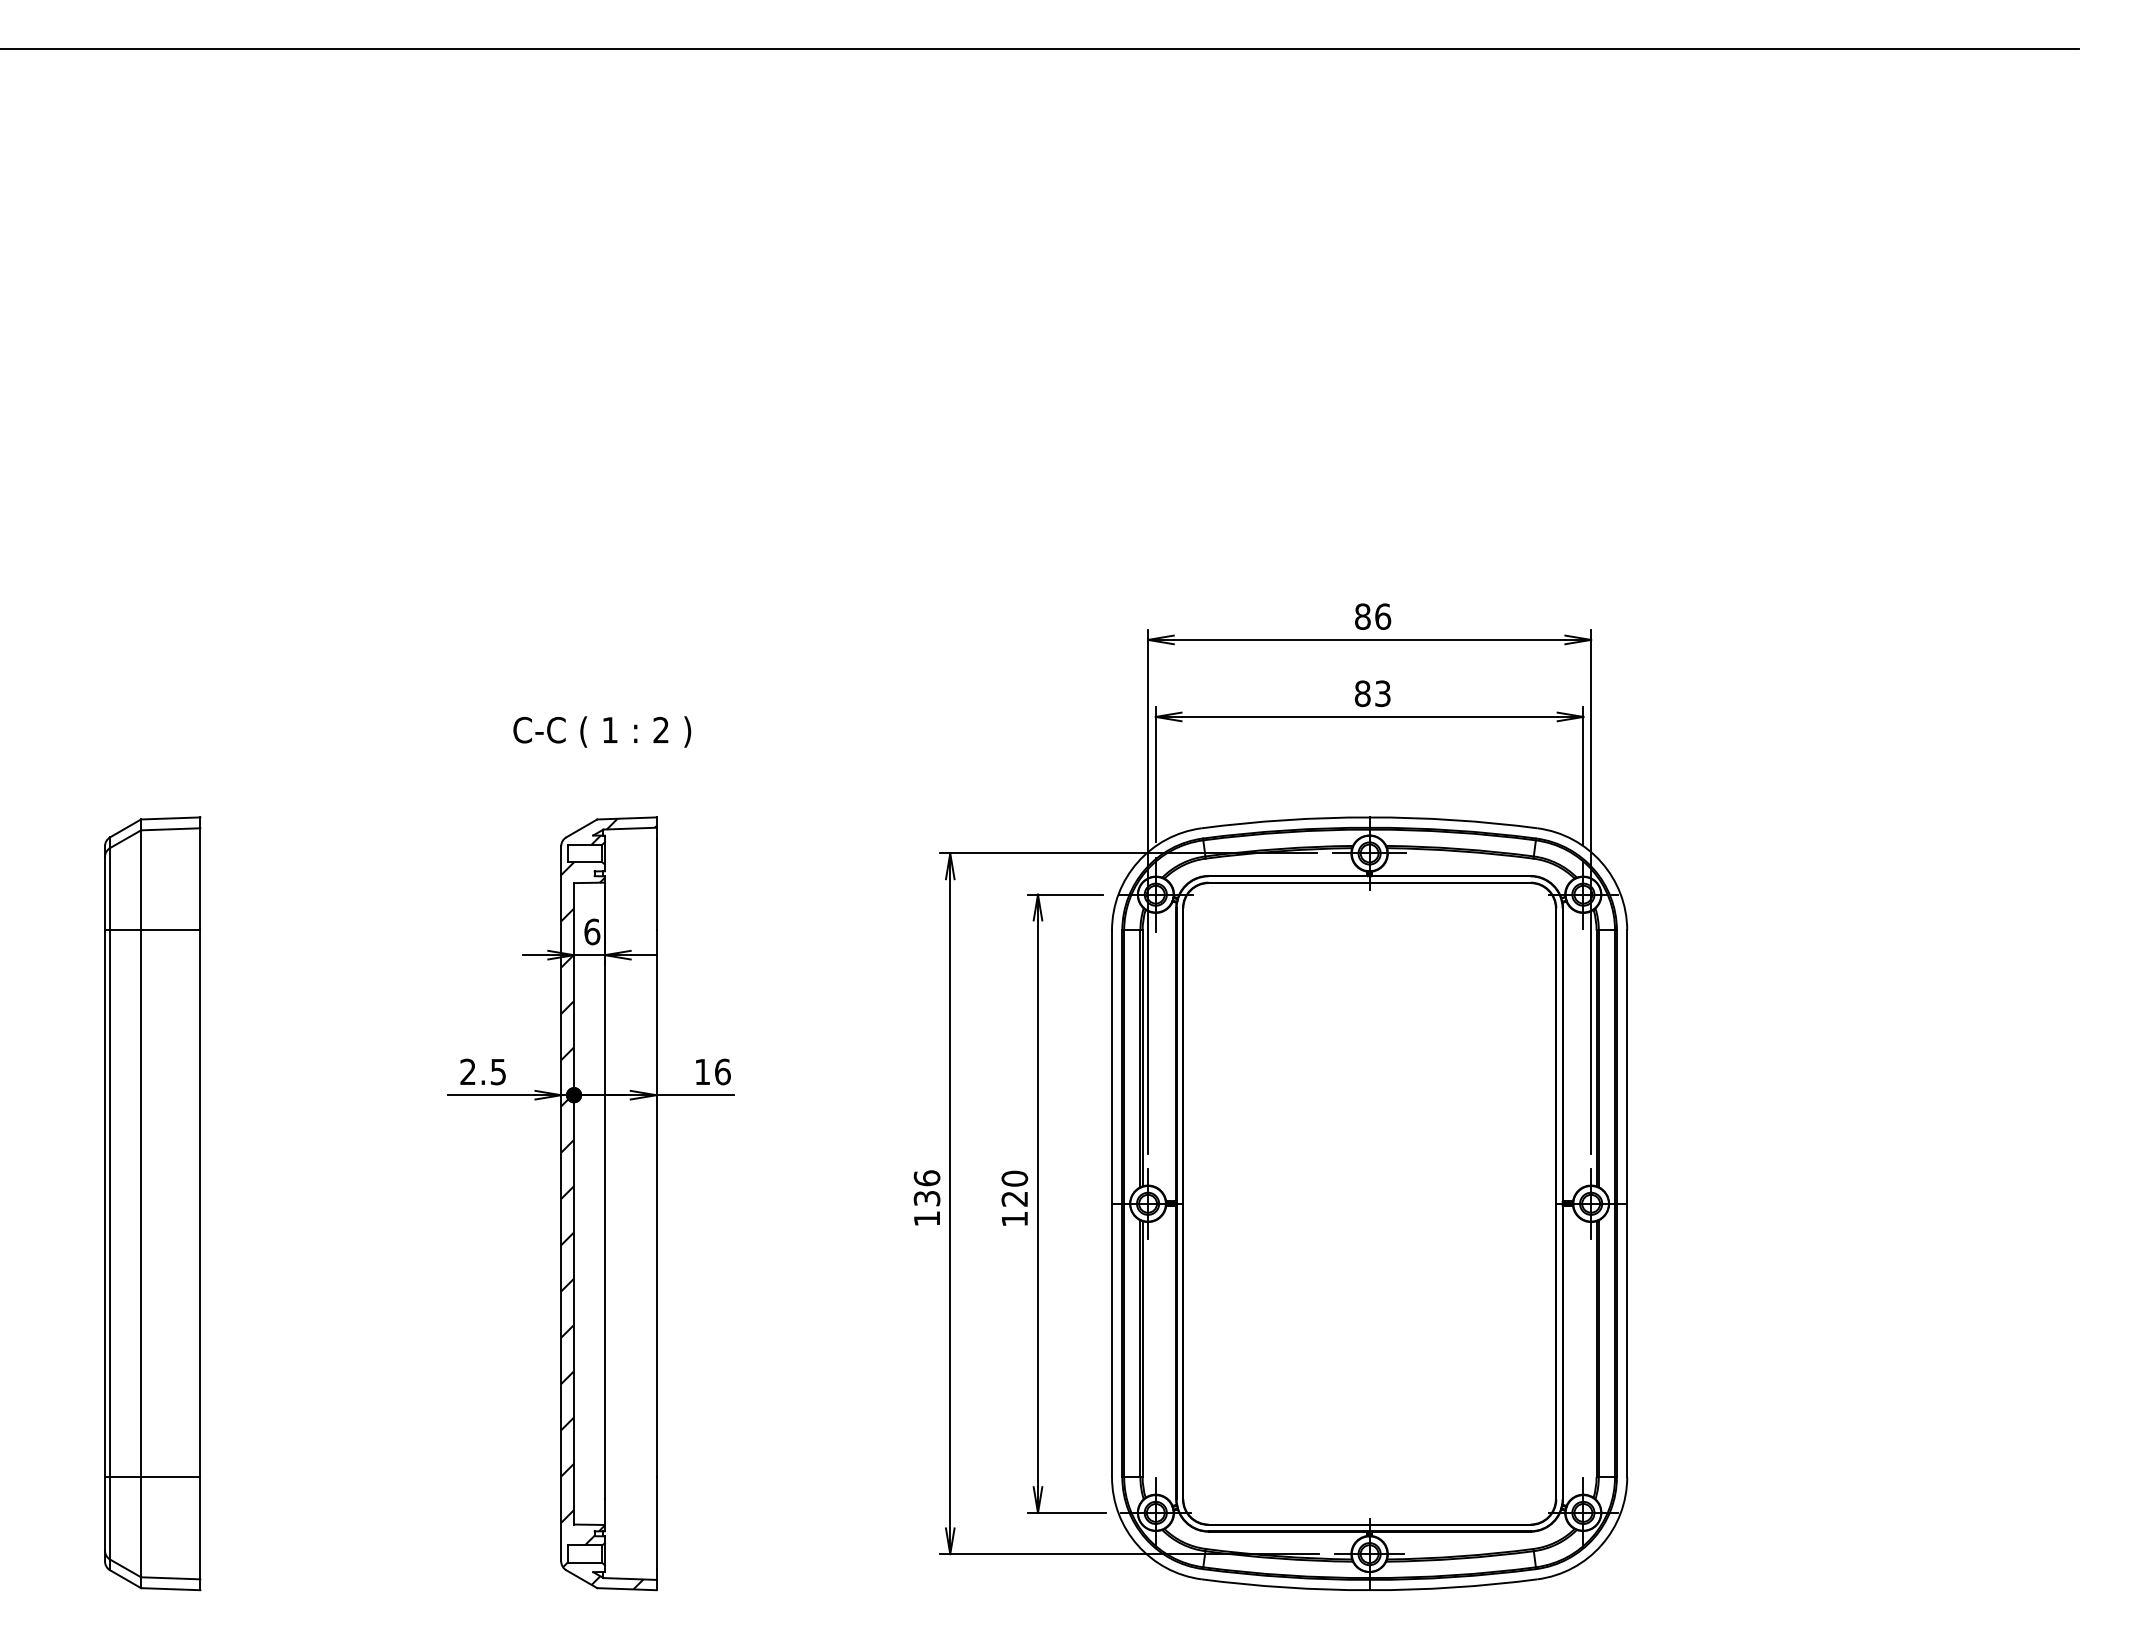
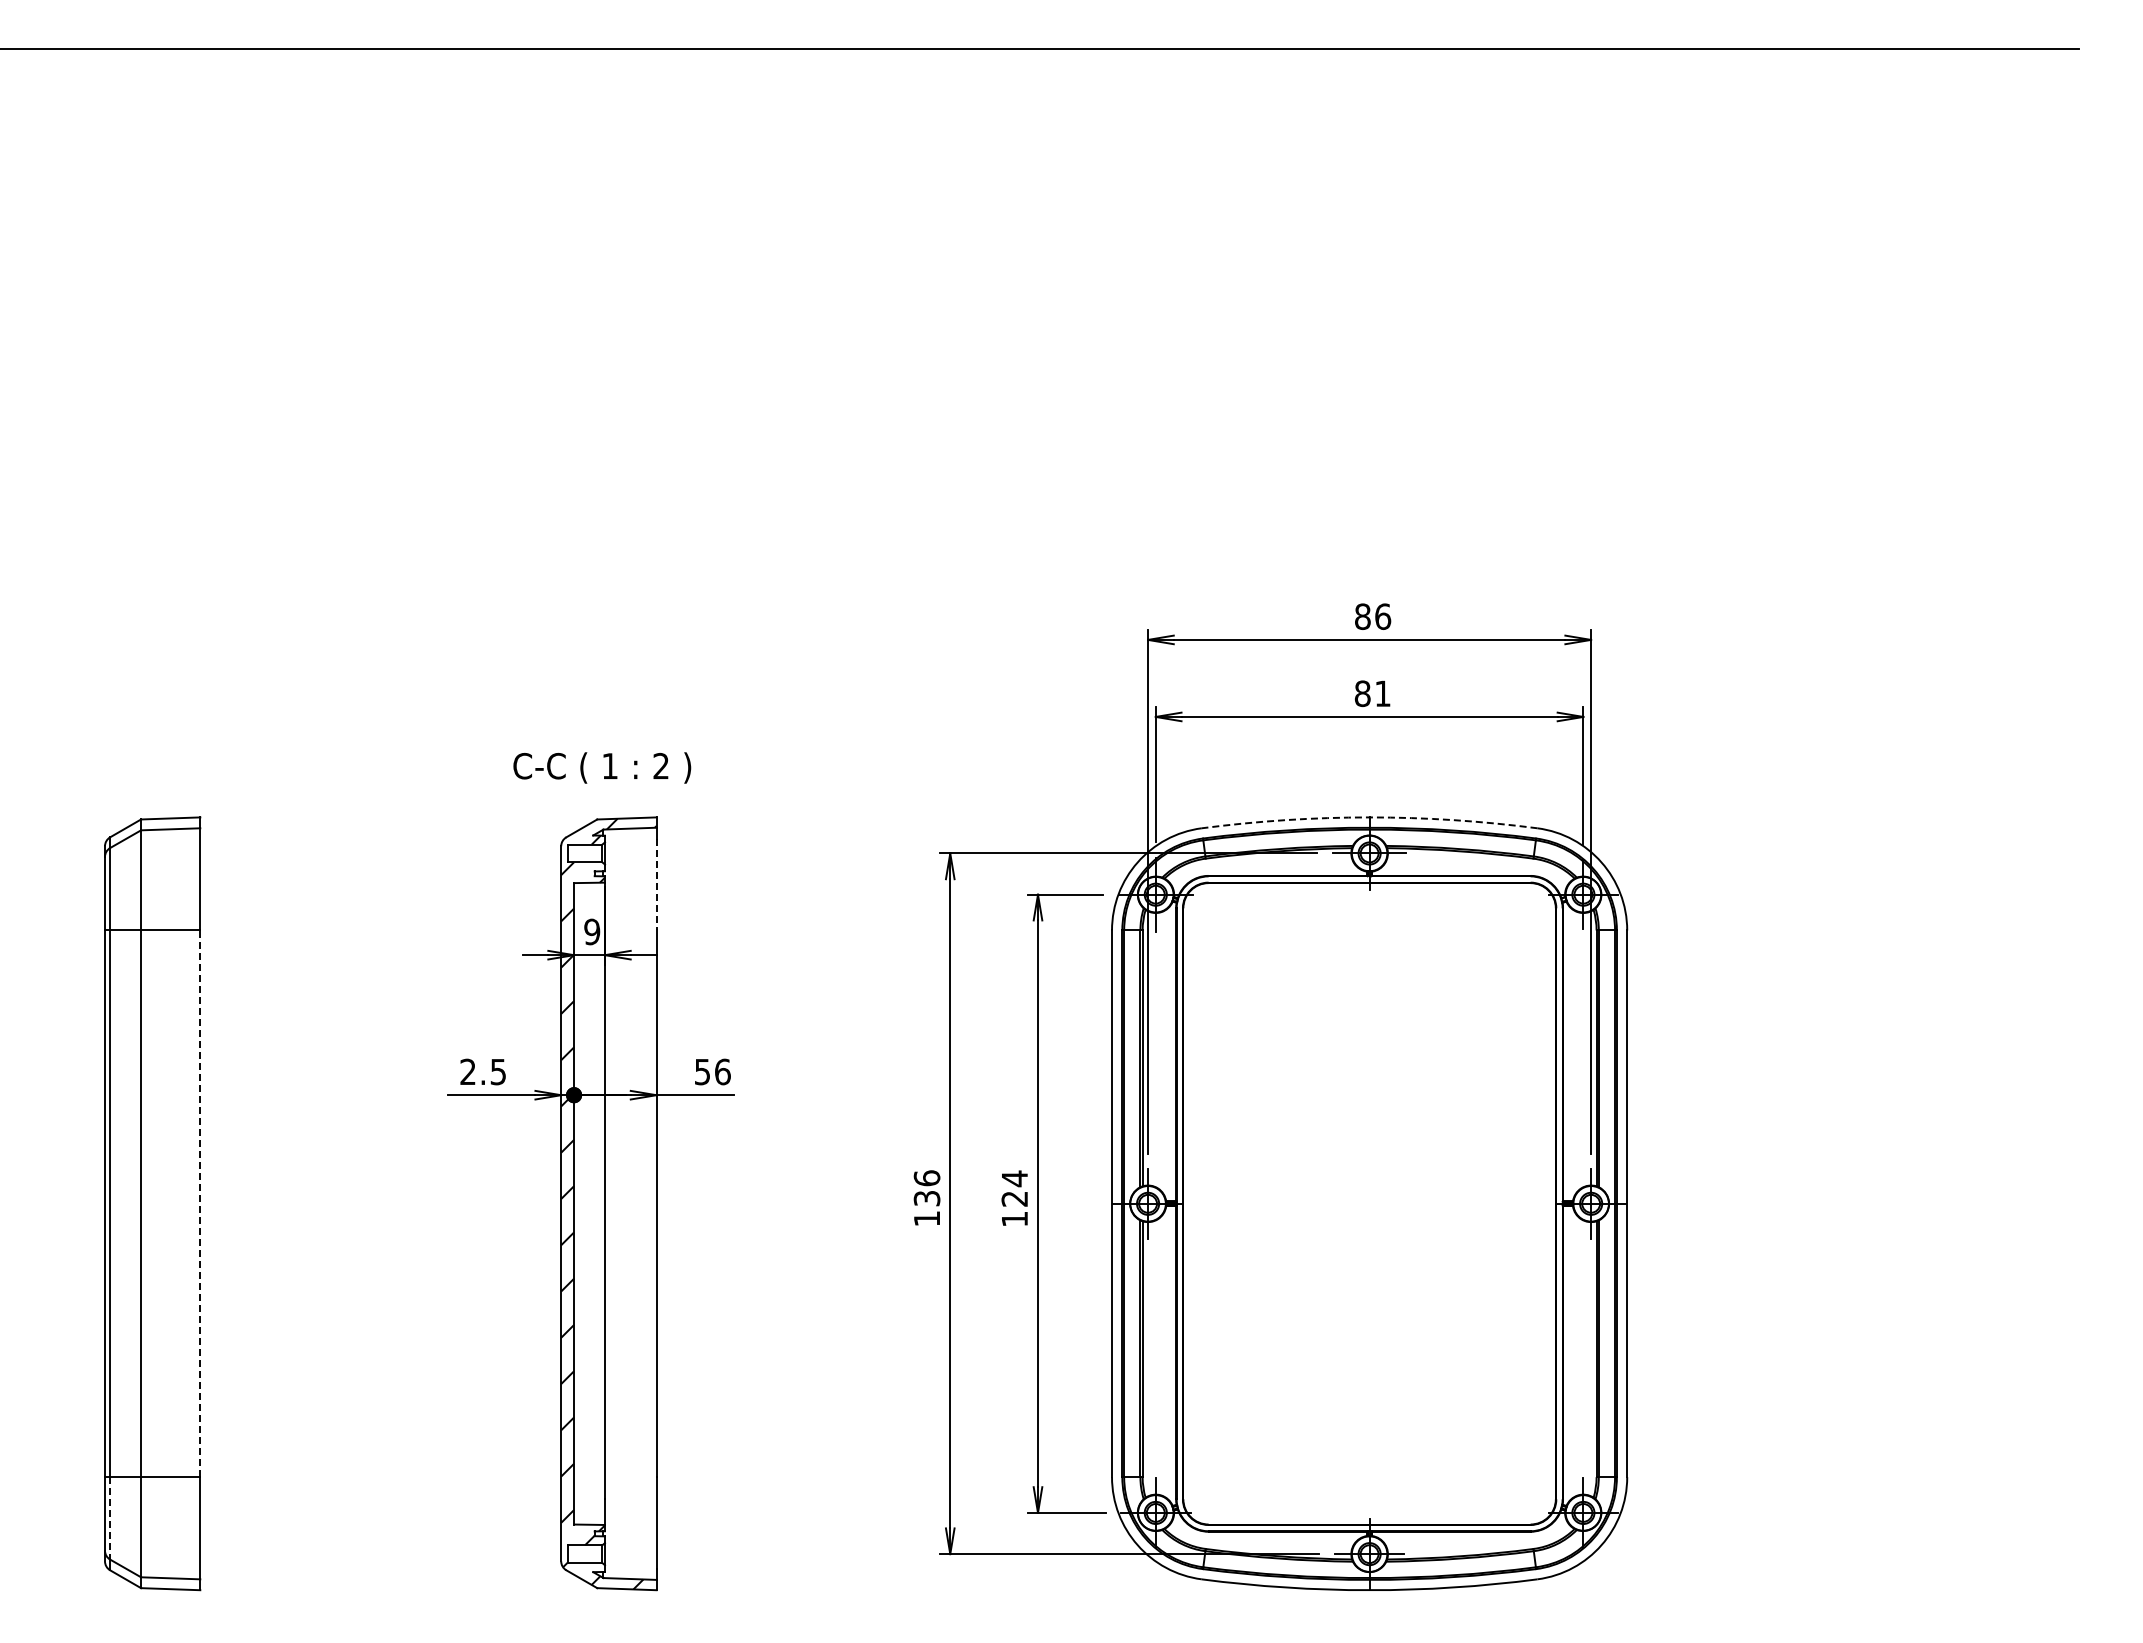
text at (1382, 693): 83 -> 81
text at (602, 731) position: (602, 731) -> (602, 767)
arc at (1369, 817): solid -> dashed
line at (656, 884): solid -> dashed
text at (592, 931): 6 -> 9
text at (702, 1072): 16 -> 56
text at (1014, 1178): 120 -> 124
line at (200, 1203): solid -> dashed
line at (110, 1518): solid -> dashed
